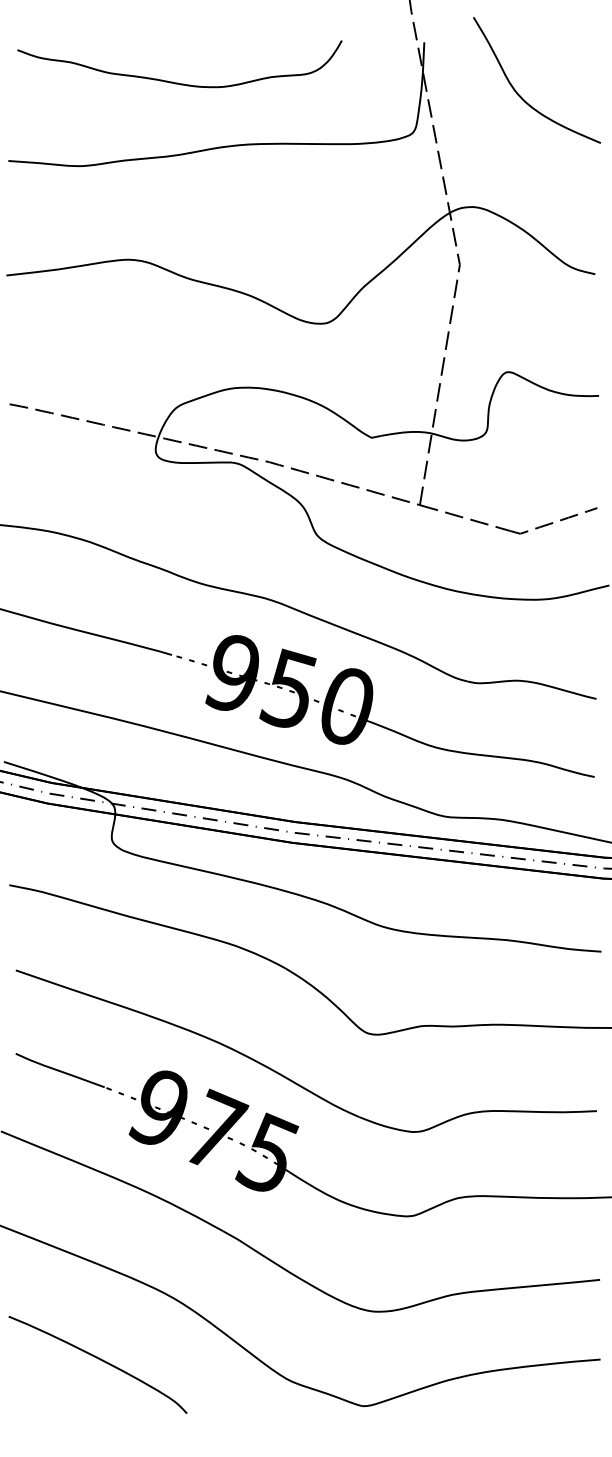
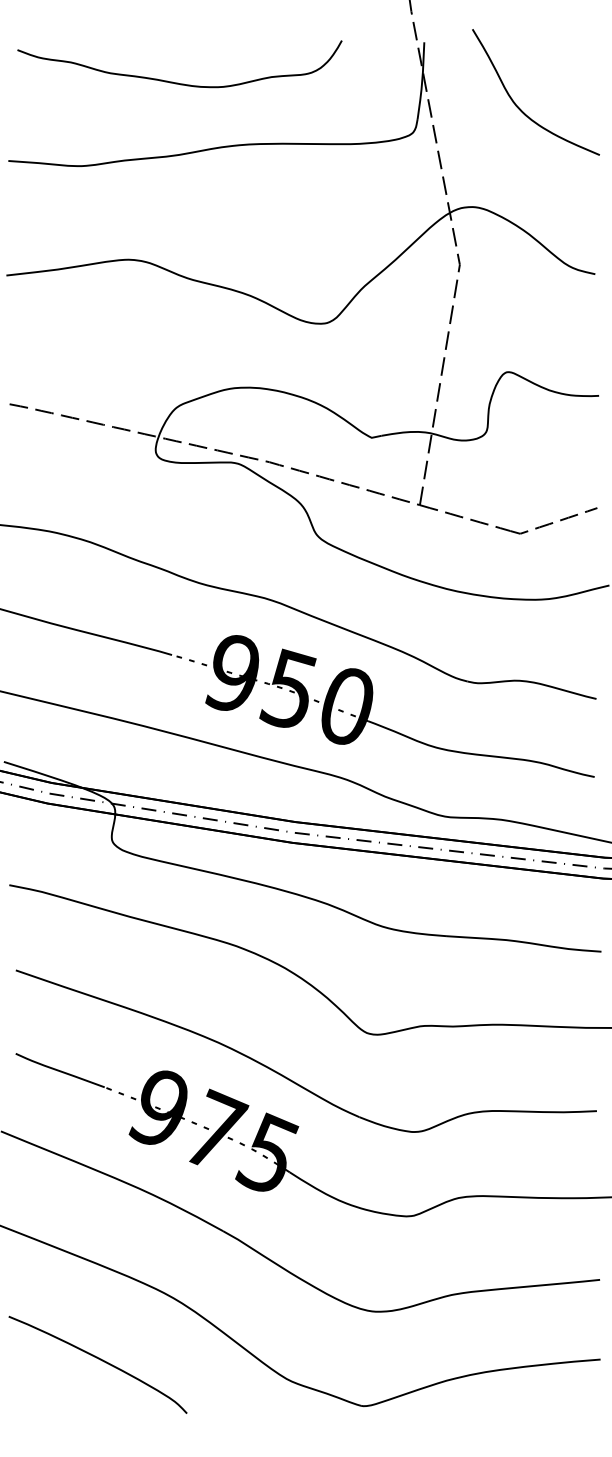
curve at (520, 95) position: (520, 95) -> (519, 107)
